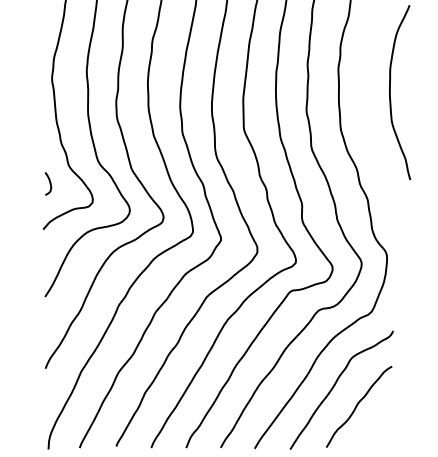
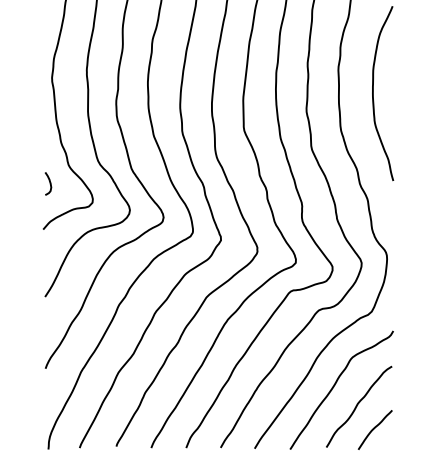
curve at (390, 92) position: (390, 92) -> (373, 93)
curve at (374, 429): none -> present
